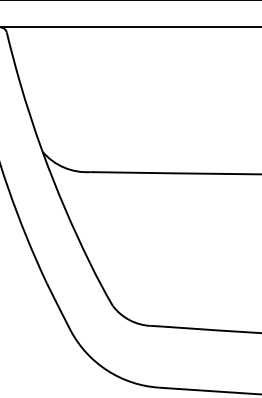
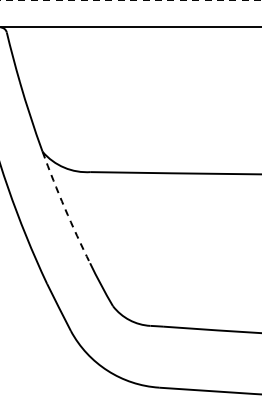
line at (131, 0): solid -> dashed
arc at (64, 208): solid -> dashed
